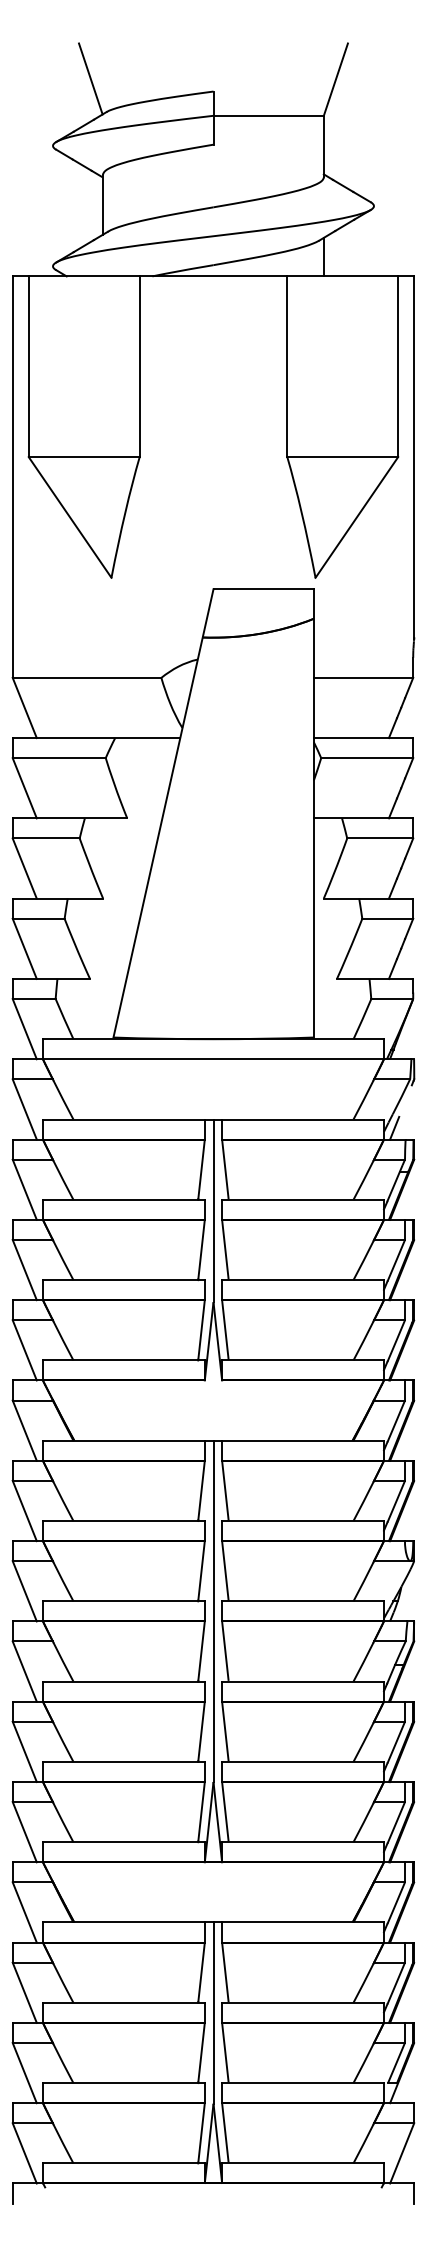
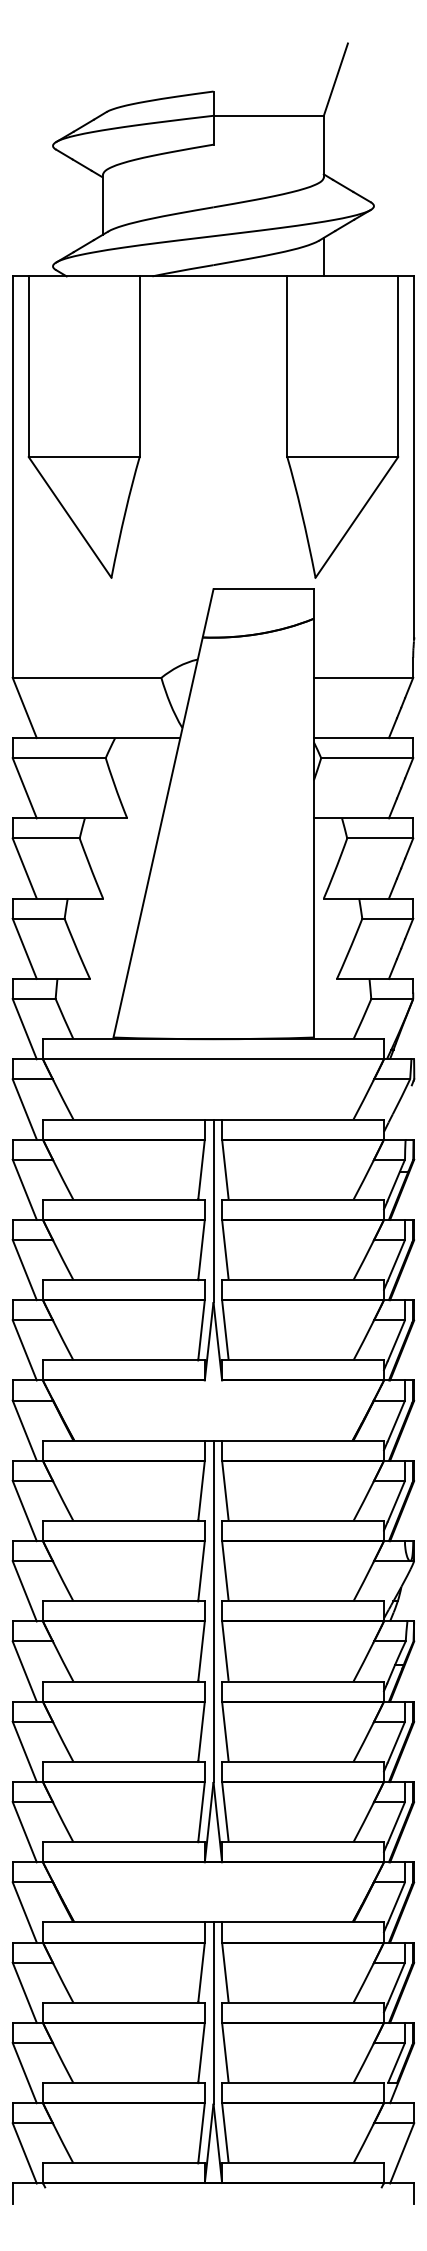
line at (90, 78): present -> none
line at (394, 1127): present -> none
